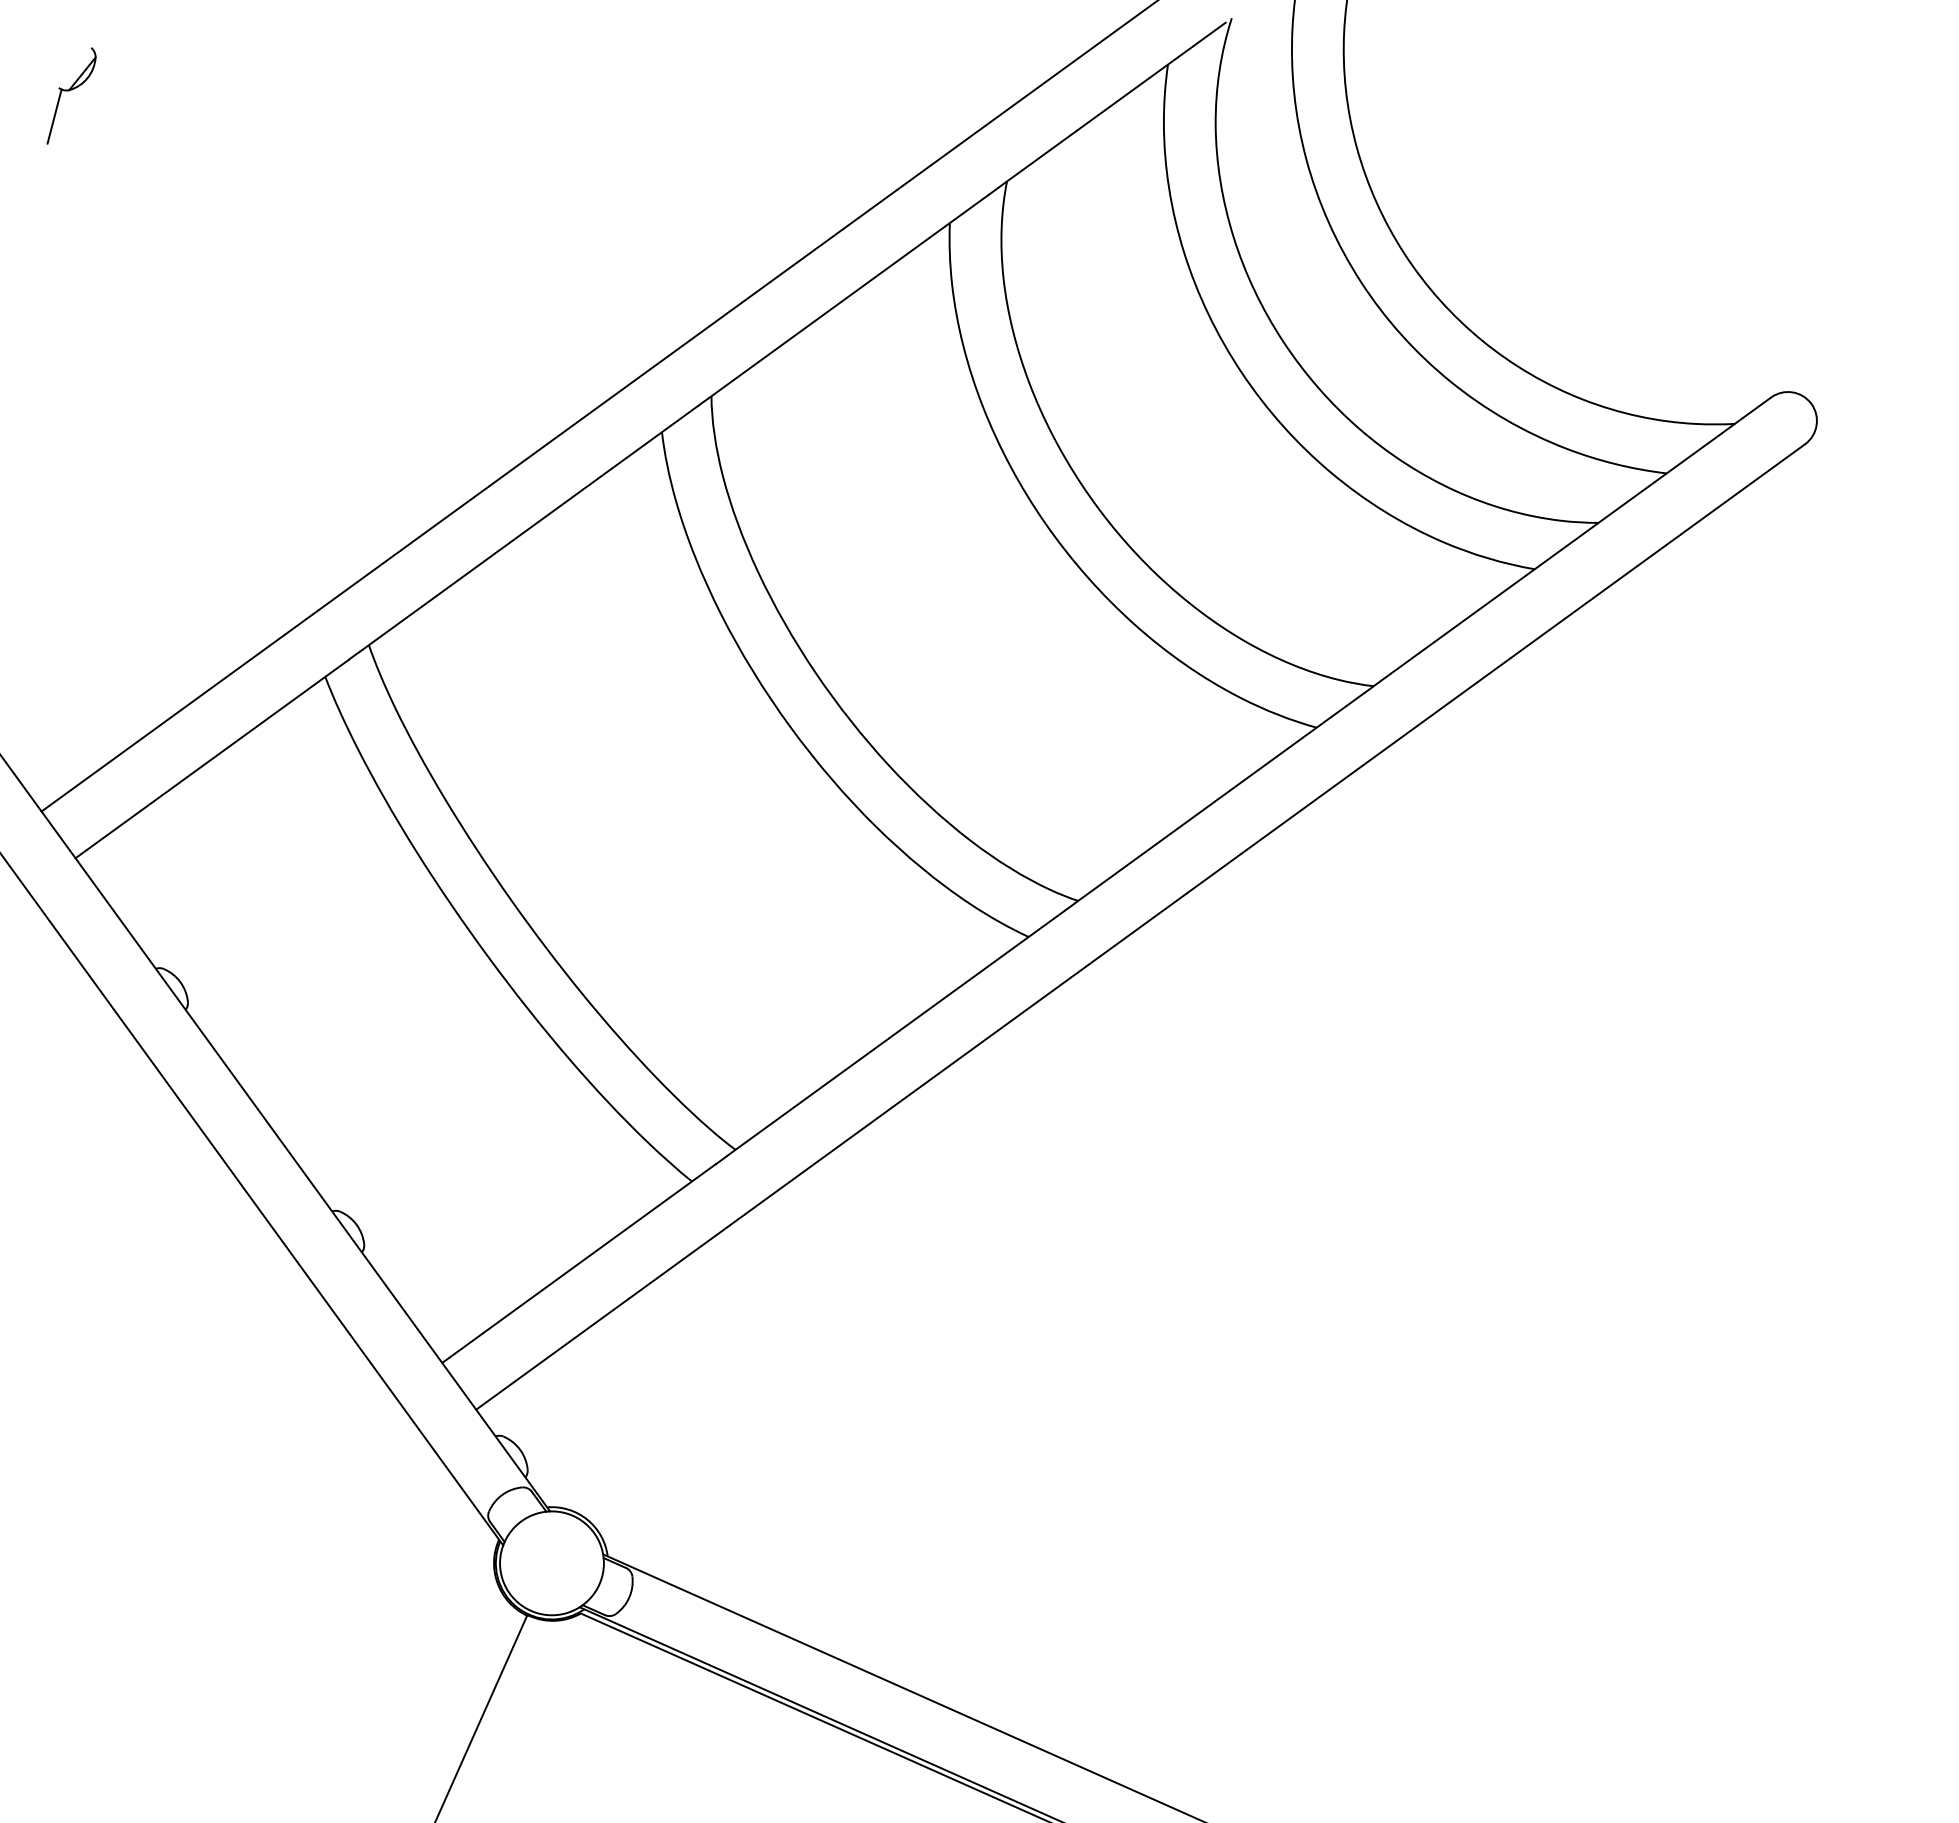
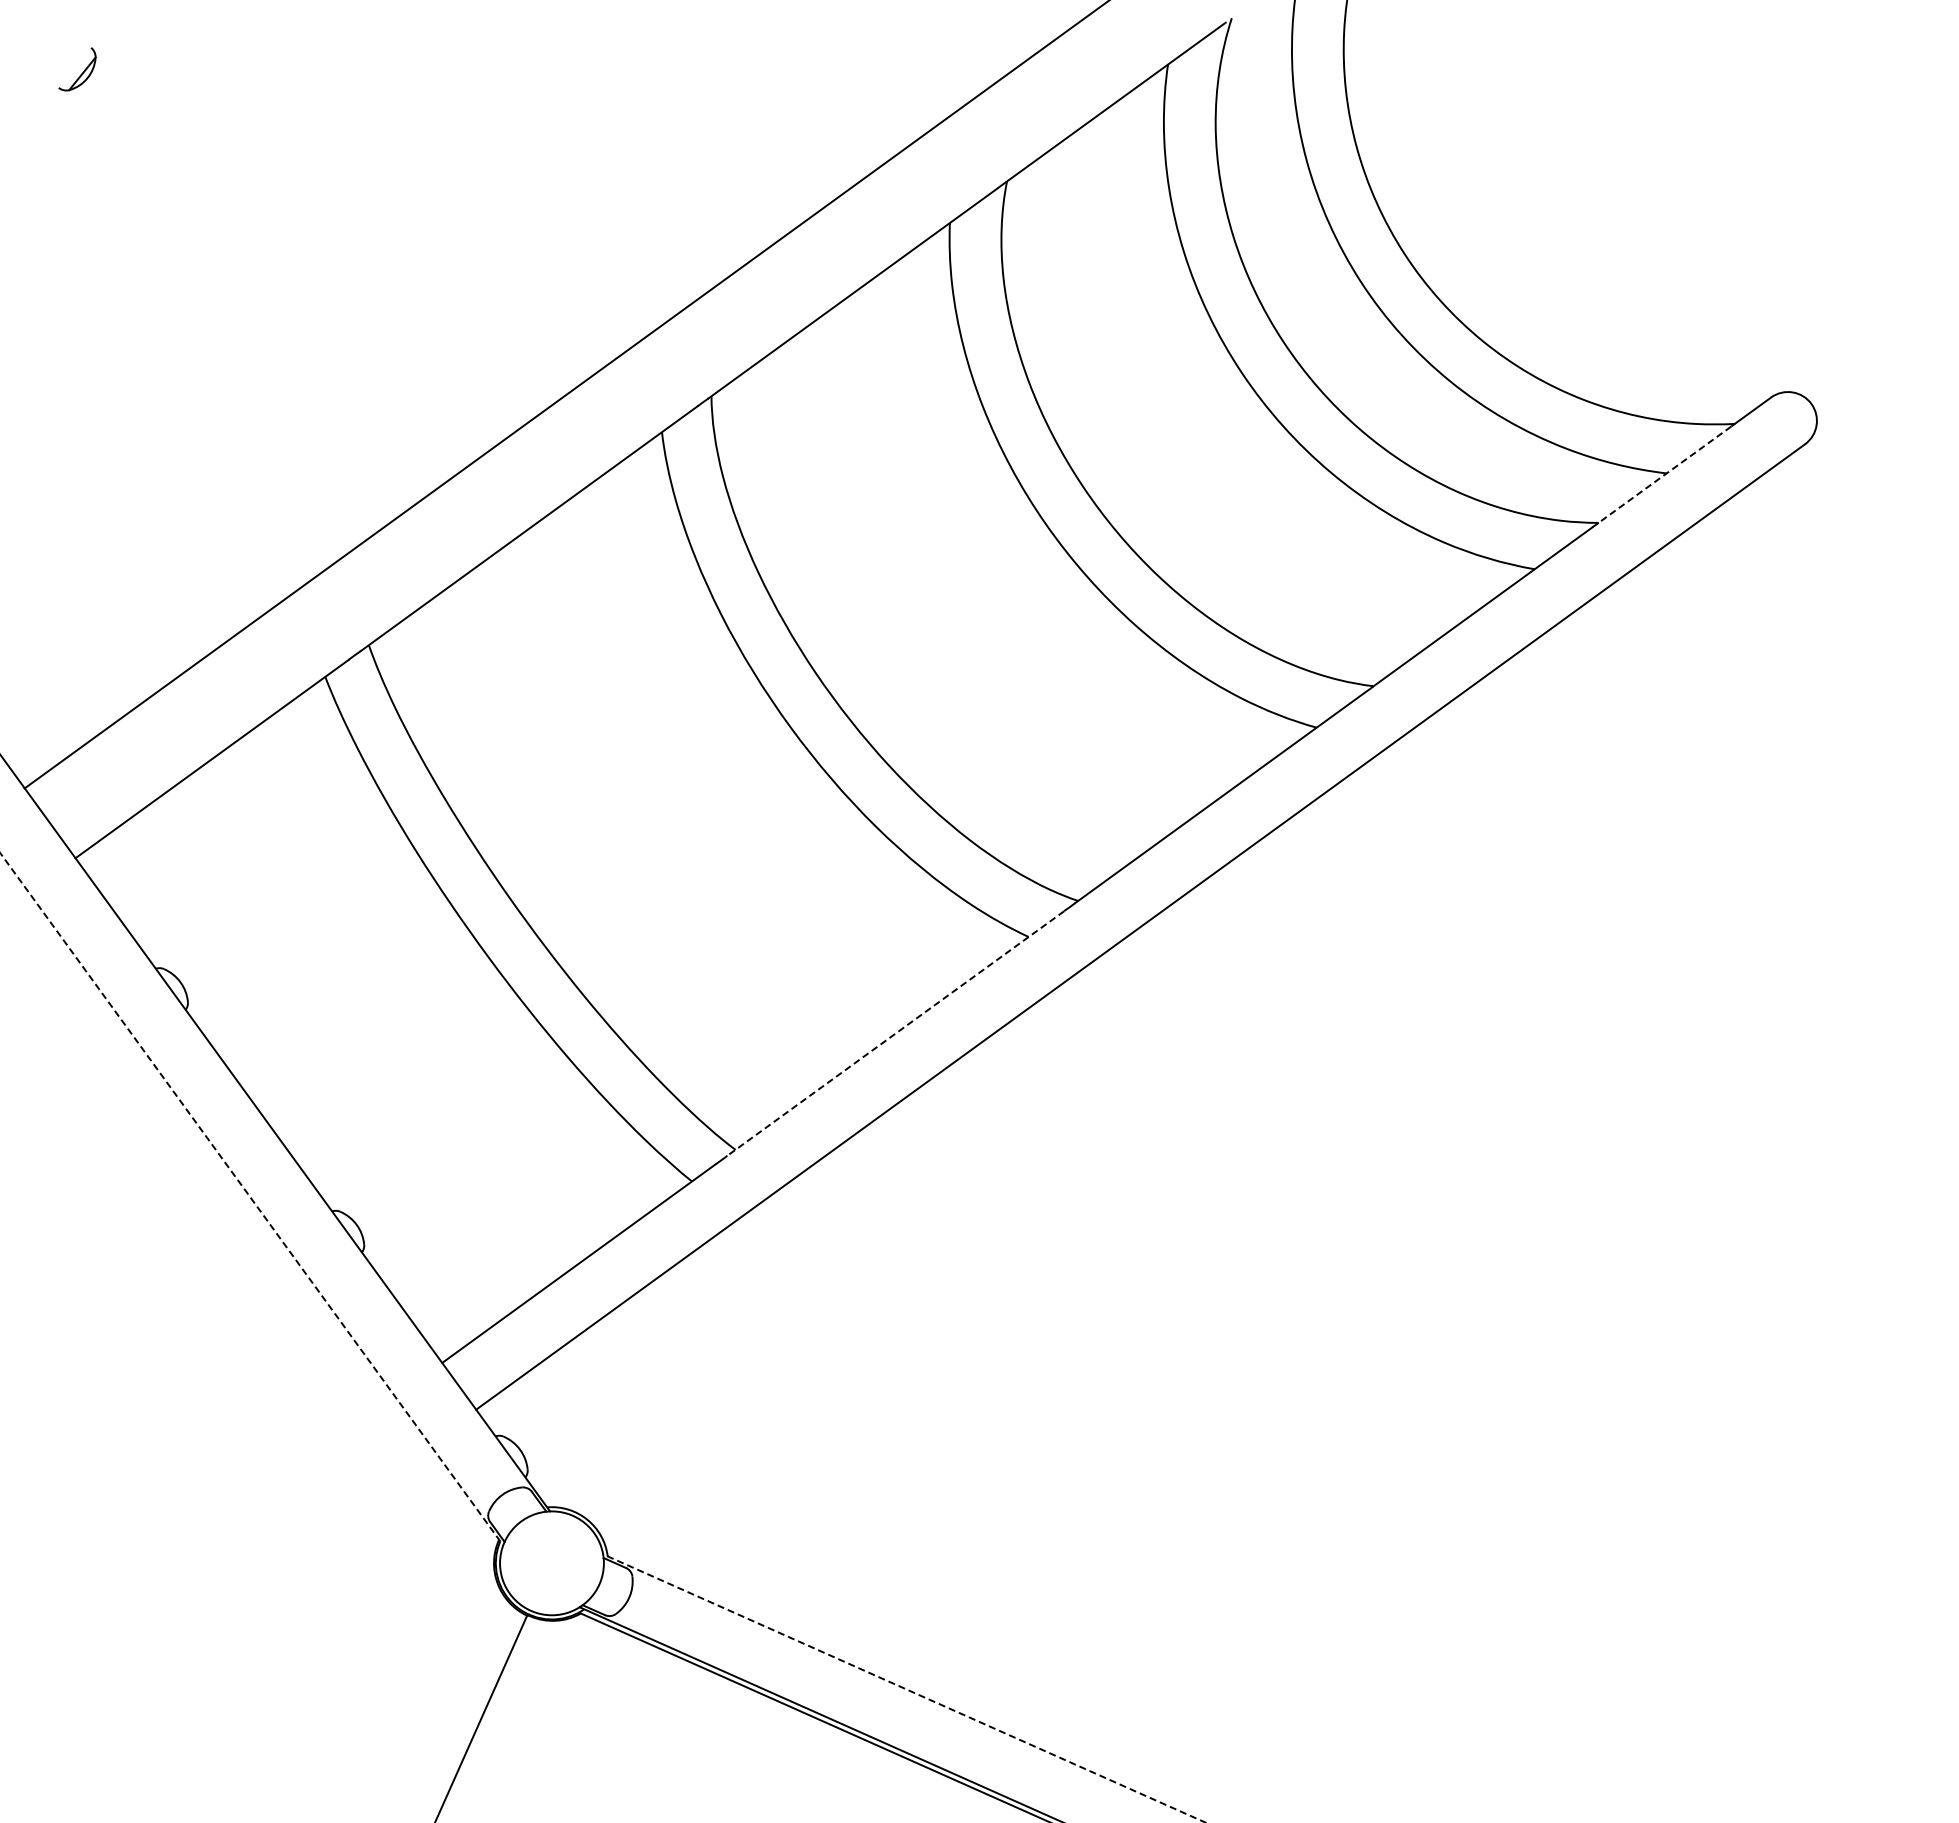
line at (54, 116): present -> none
line at (598, 406) position: (598, 406) -> (565, 395)
line at (1664, 475): solid -> dashed
line at (895, 1033): solid -> dashed
line at (251, 1199): solid -> dashed
line at (904, 1688): solid -> dashed
